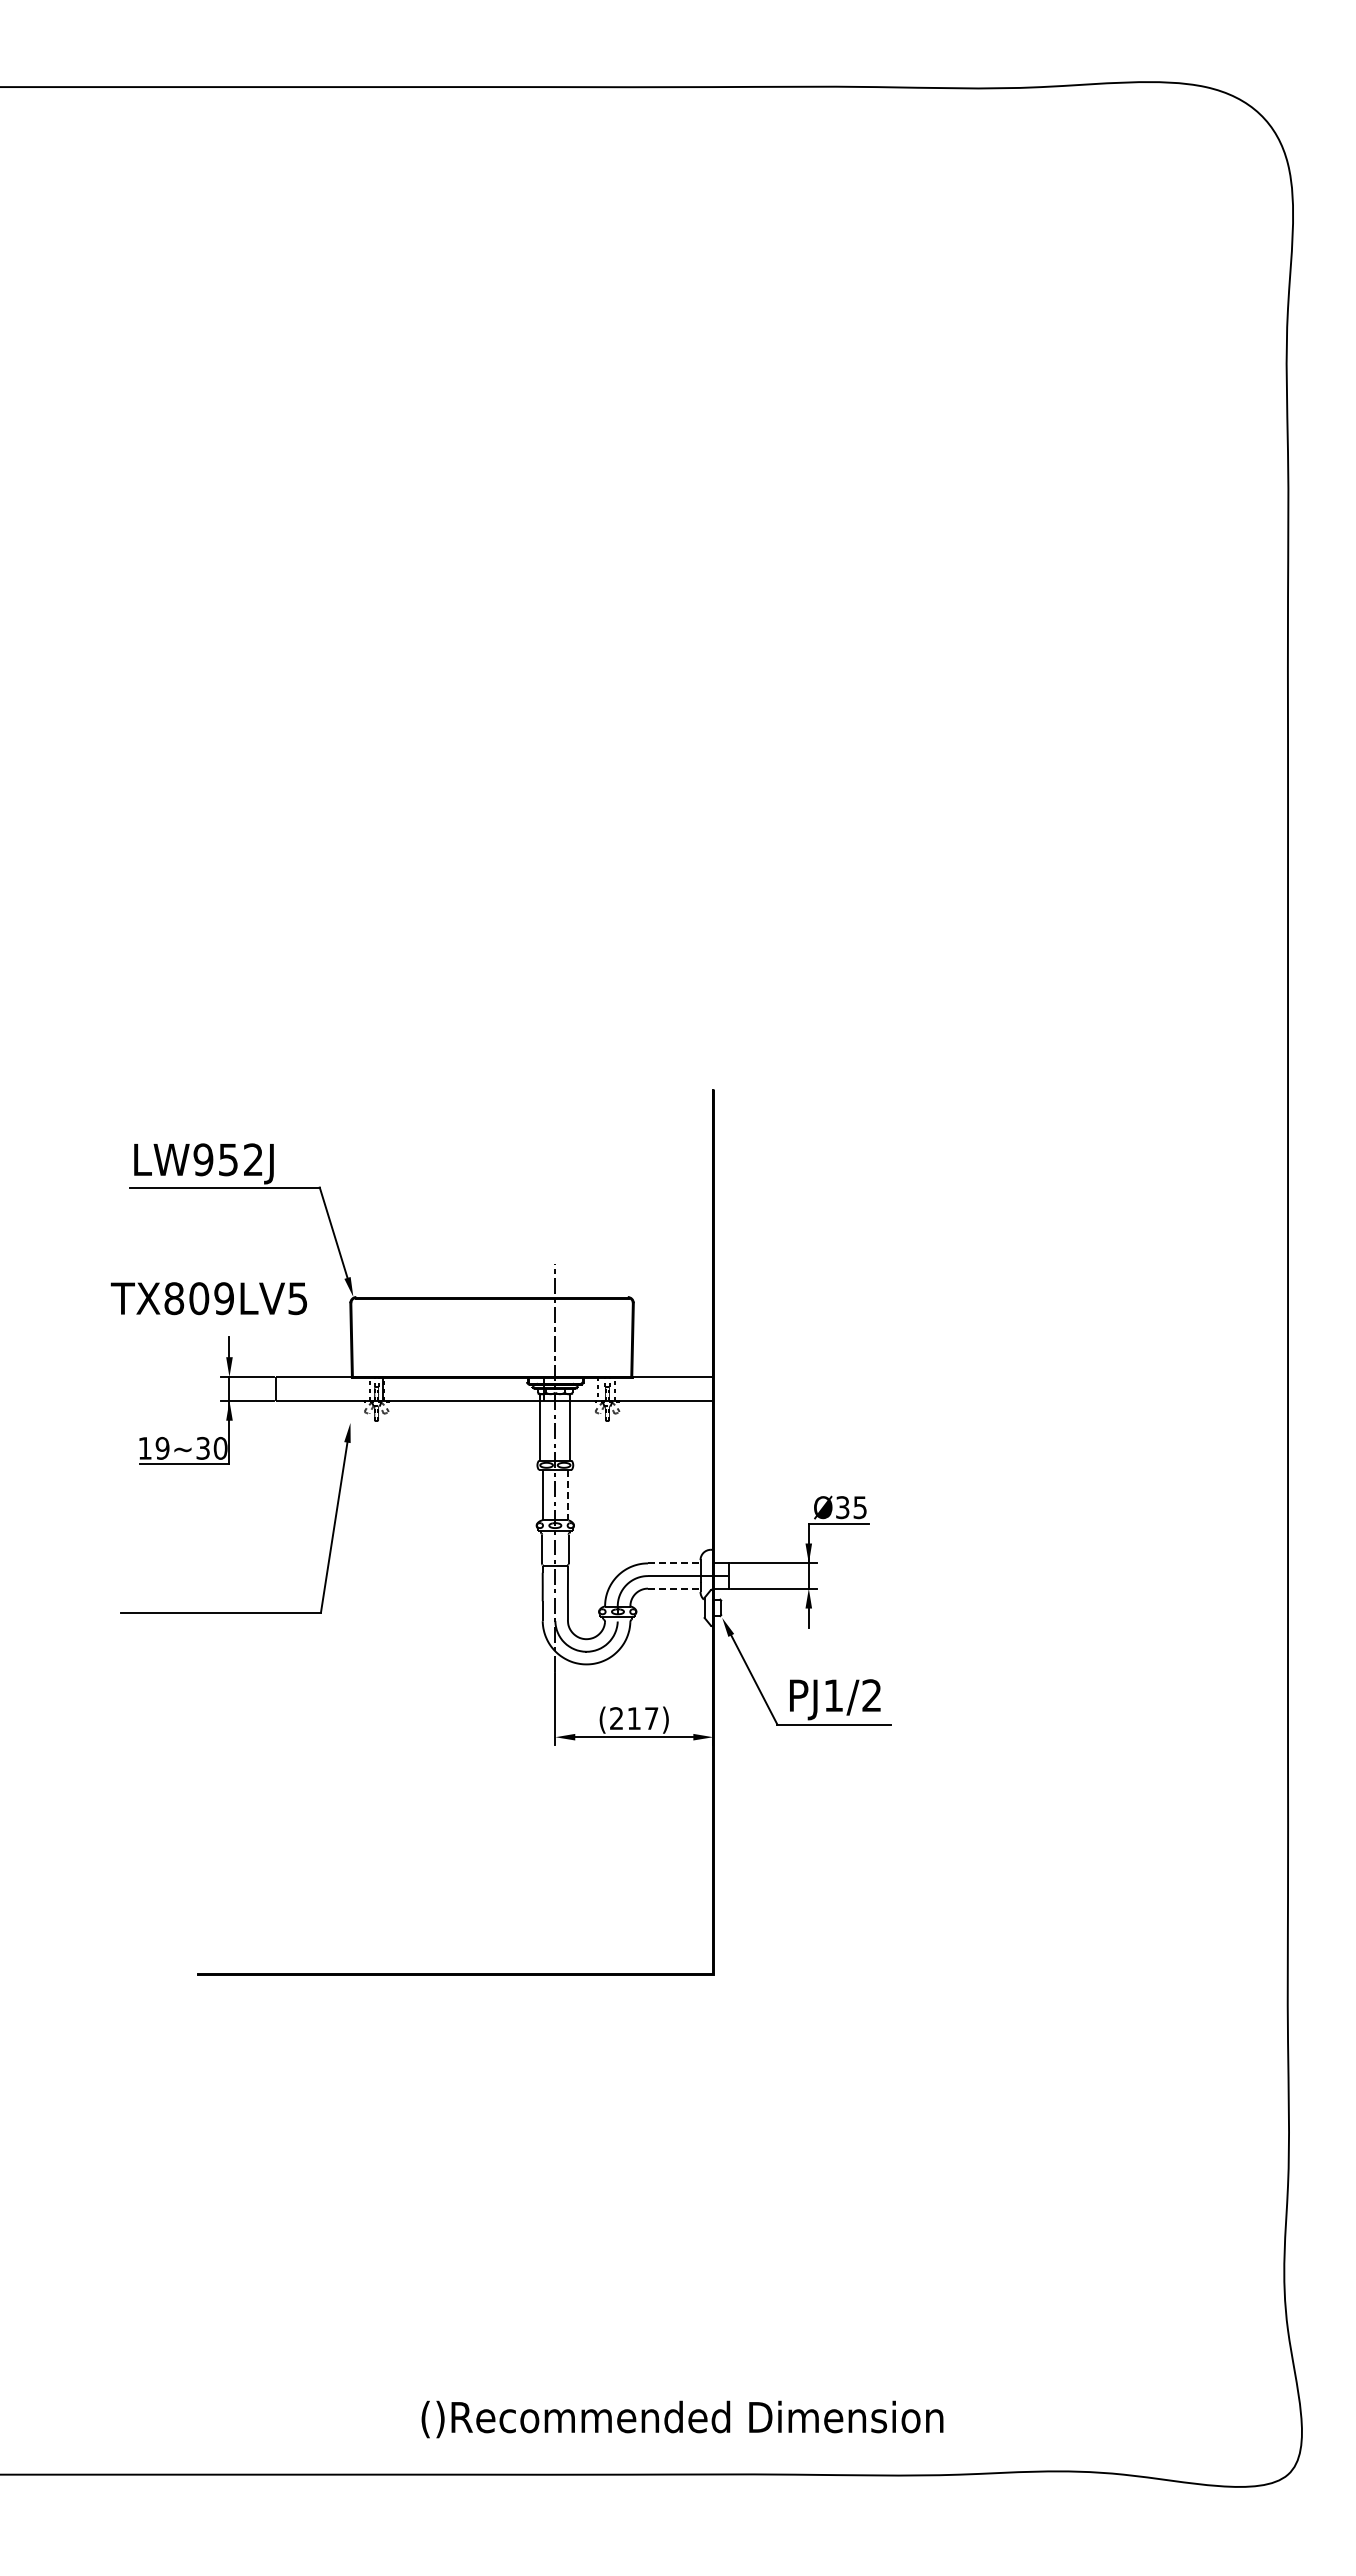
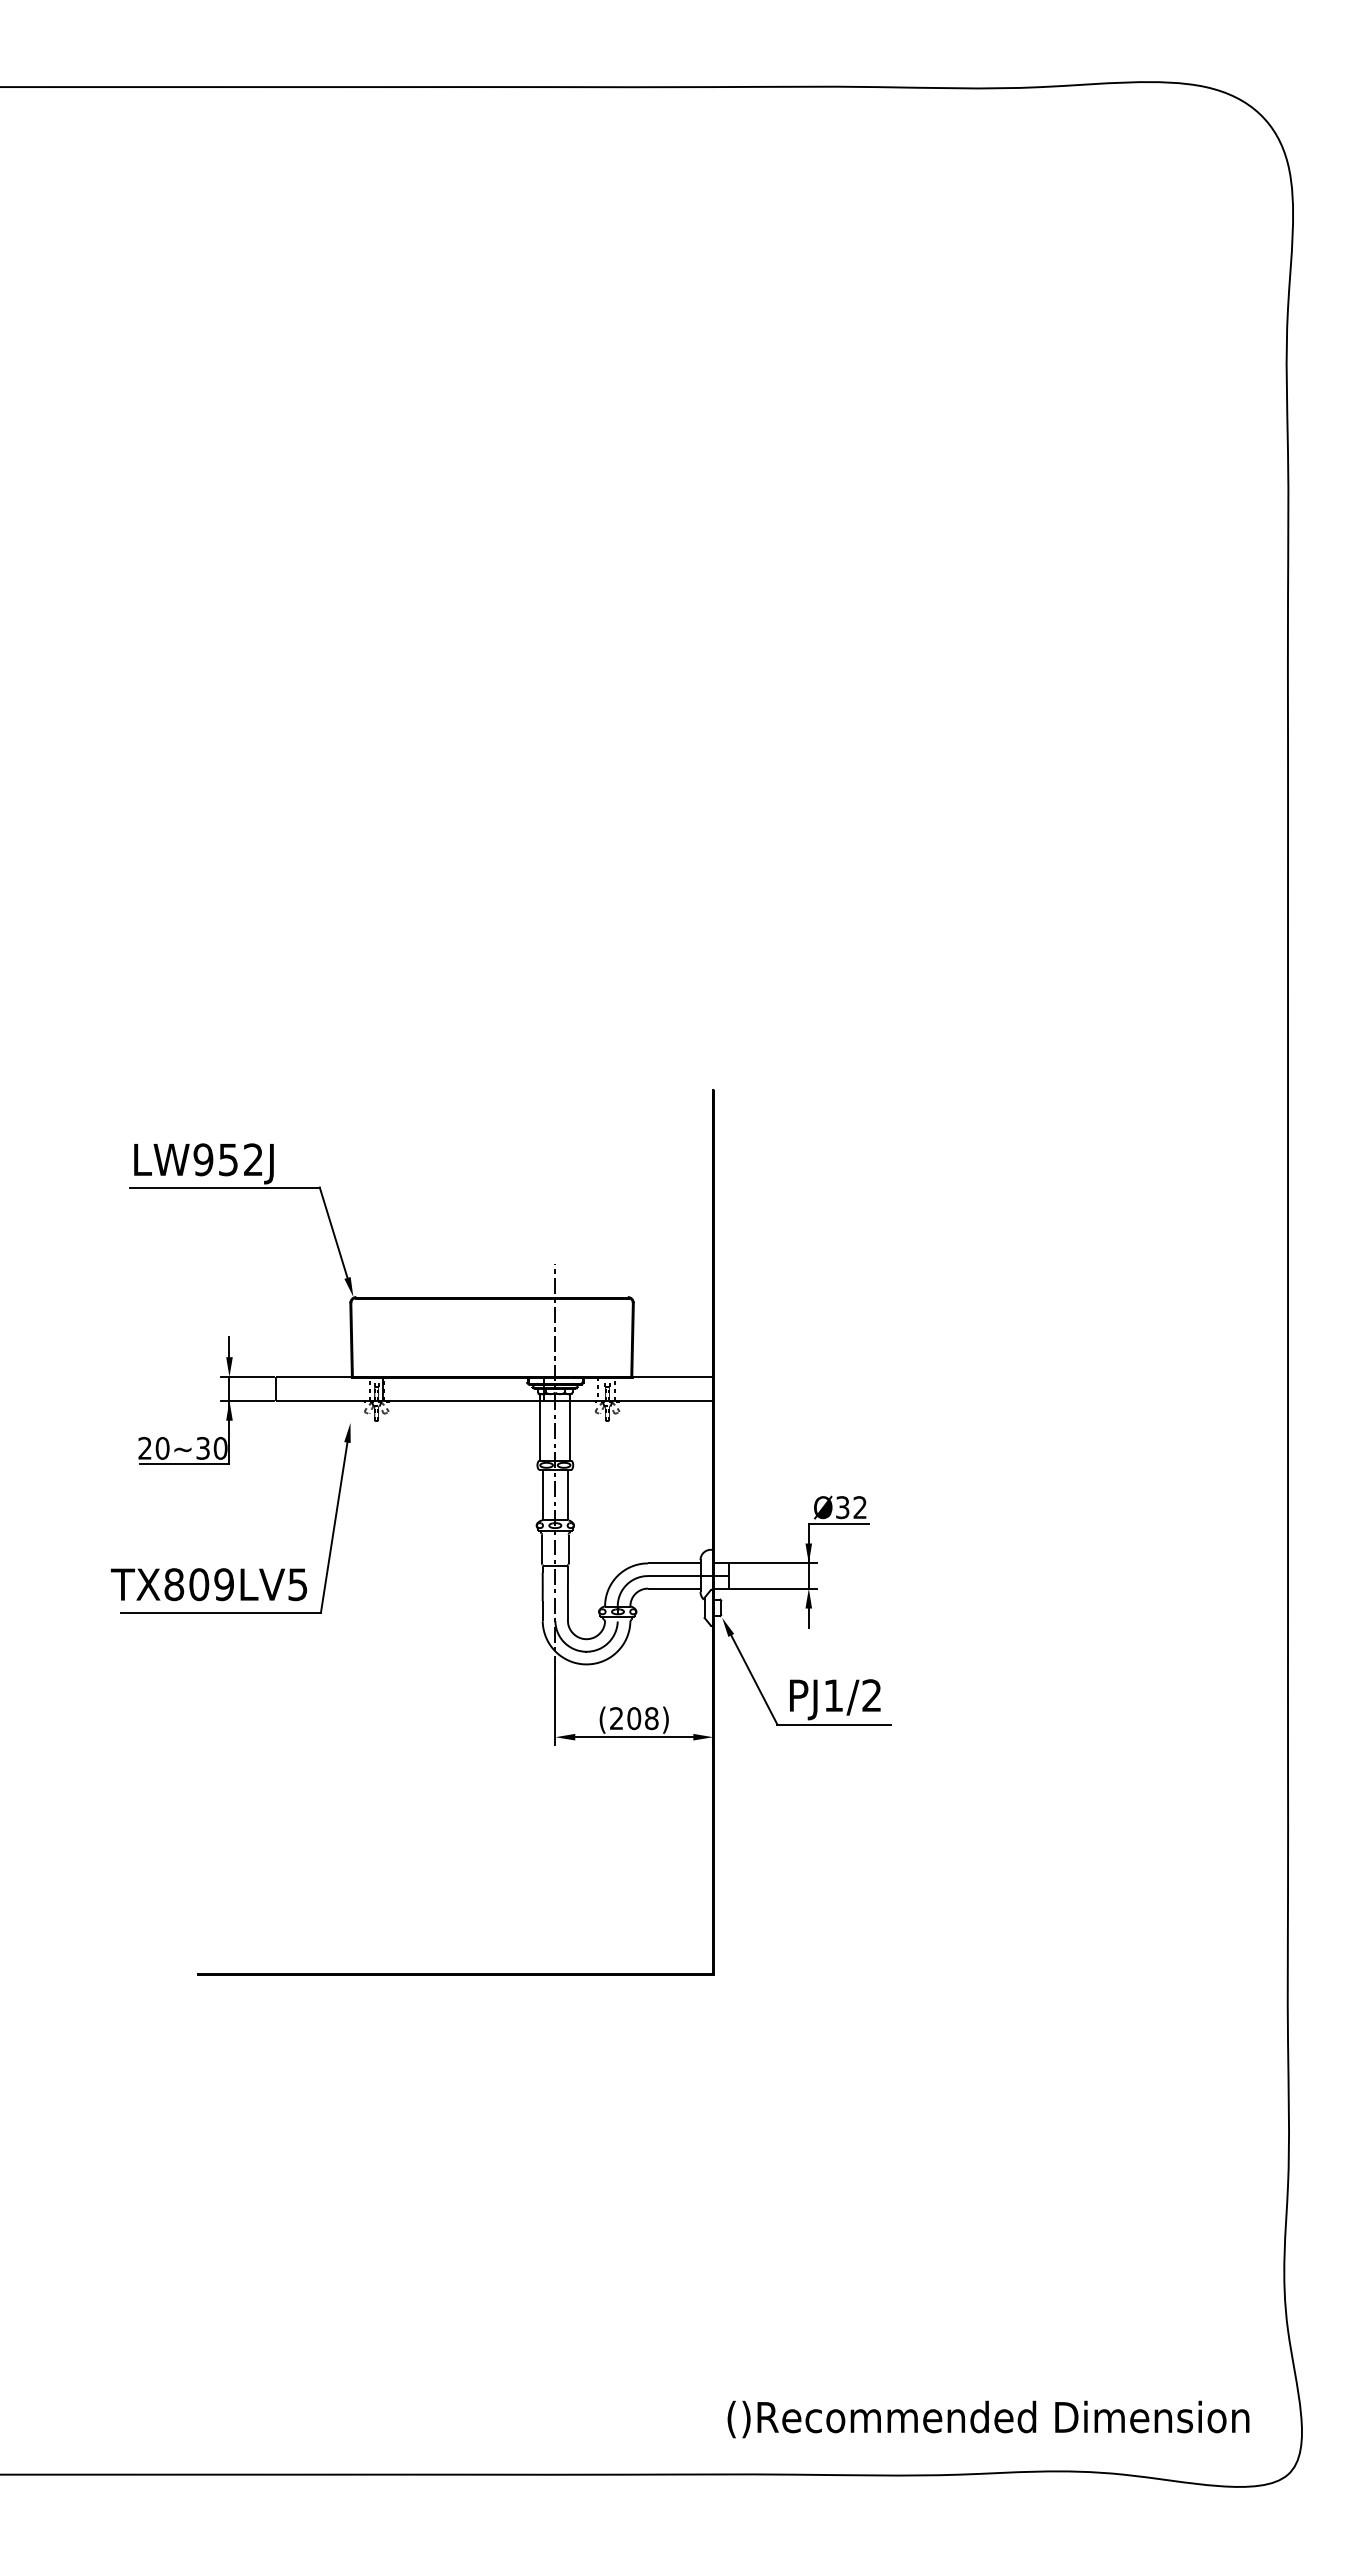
text at (208, 1298) position: (208, 1298) -> (208, 1584)
text at (153, 1447): 19~30 -> 20~30
line at (568, 1495): dashed -> solid
text at (859, 1507): Ø35 -> Ø32
line at (674, 1563): dashed -> solid
line at (674, 1588): dashed -> solid
text at (642, 1718): (217) -> (208)
text at (682, 2419) position: (682, 2419) -> (988, 2419)
